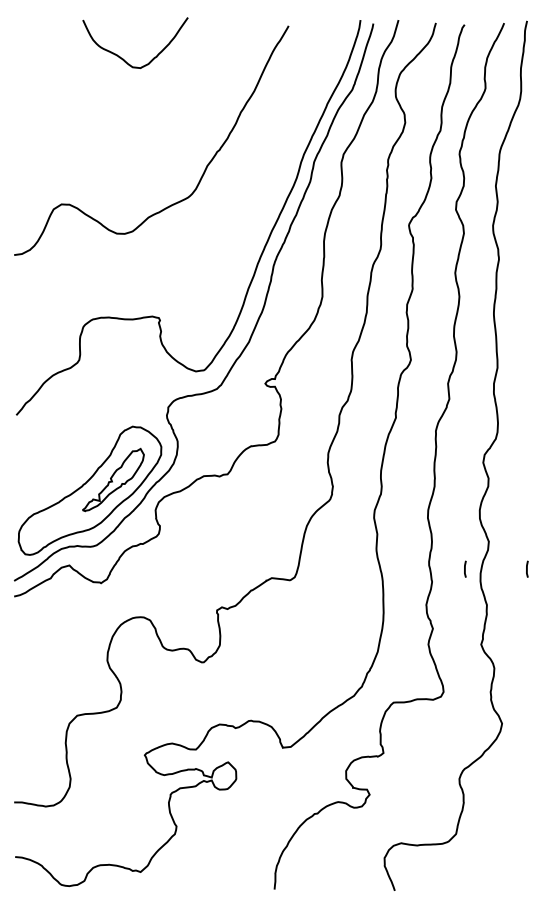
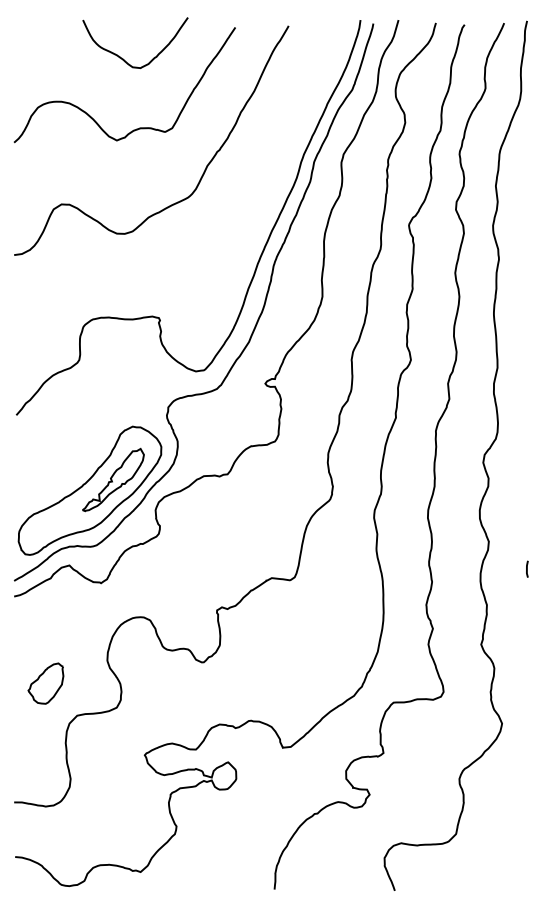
curve at (139, 127): none -> present
line at (465, 568): present -> none
part at (45, 683): none -> present
